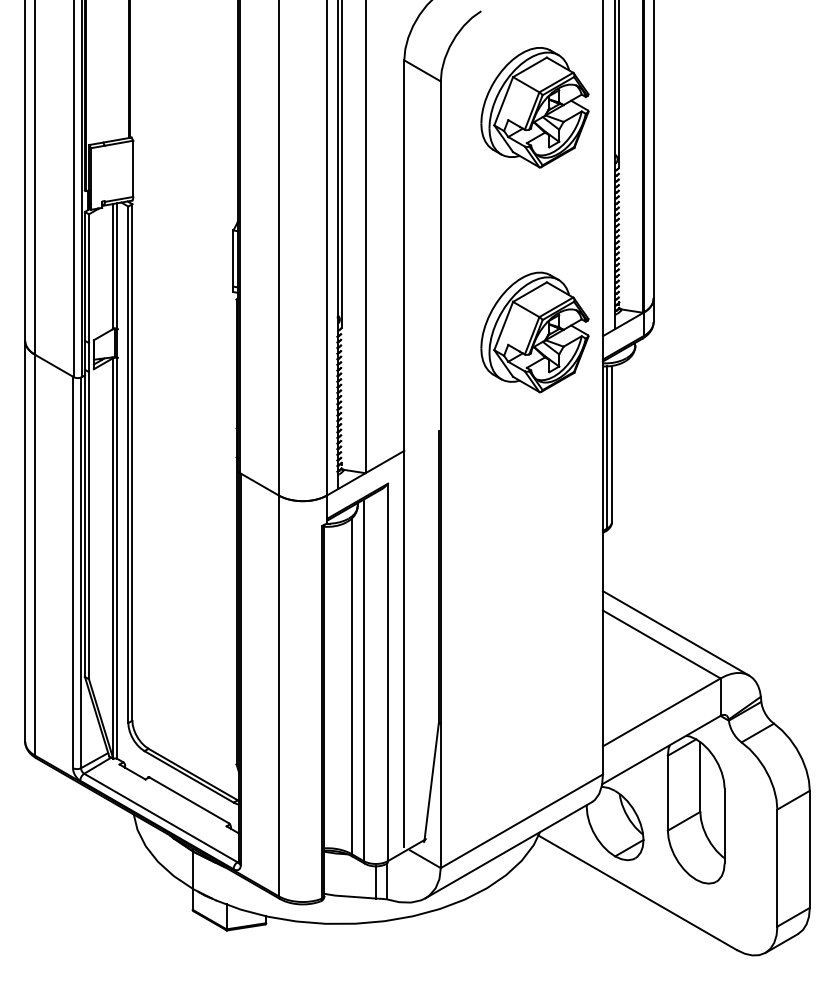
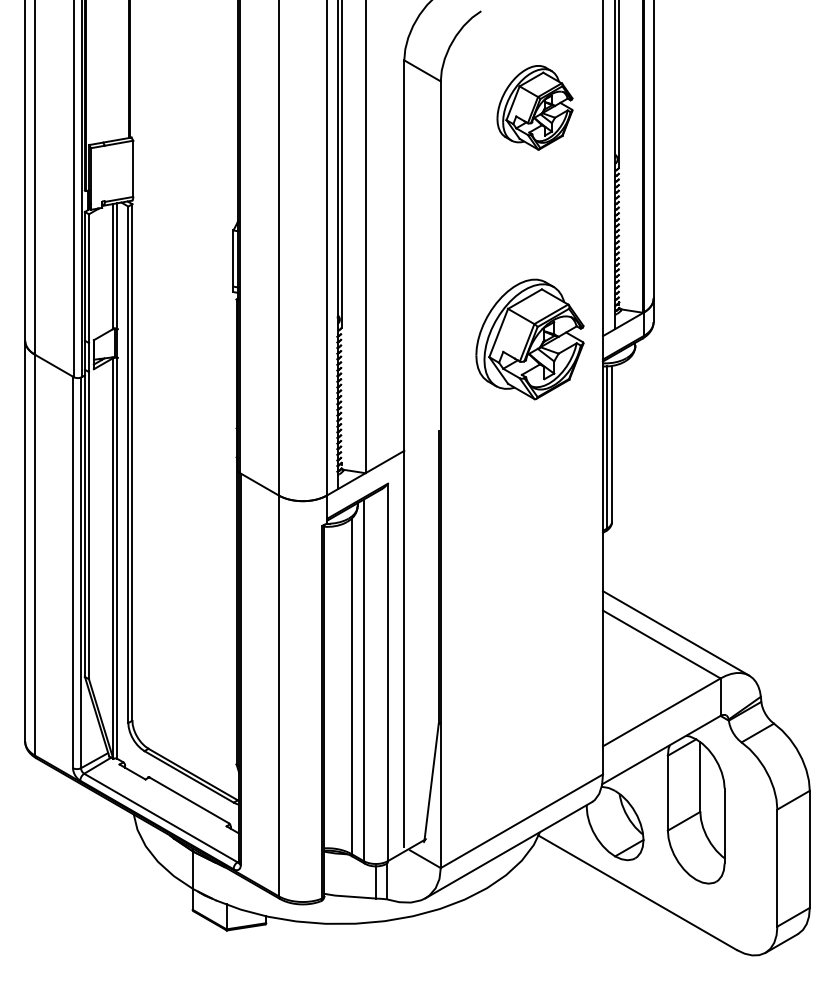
part at (534, 107) size: 110x122 px -> 78x86 px
part at (534, 332) position: (534, 332) -> (529, 339)
